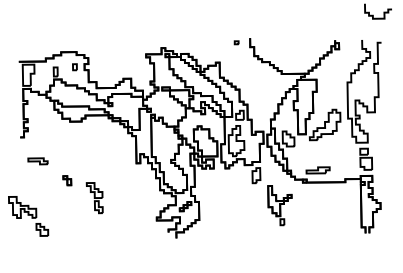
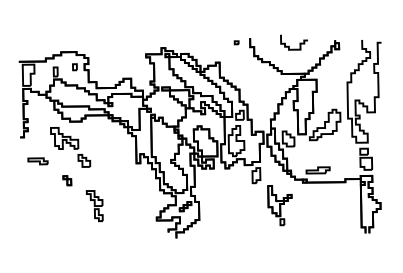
curve at (373, 14) position: (373, 14) -> (289, 45)
part at (94, 198) position: (94, 198) -> (94, 206)
part at (28, 216) position: (28, 216) -> (70, 147)
